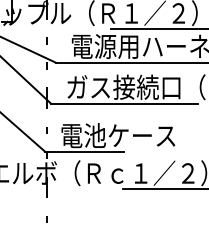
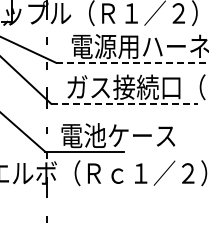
line at (158, 29): present -> none
line at (132, 62): solid -> dashed
line at (124, 103): solid -> dashed
line at (163, 189): present -> none
